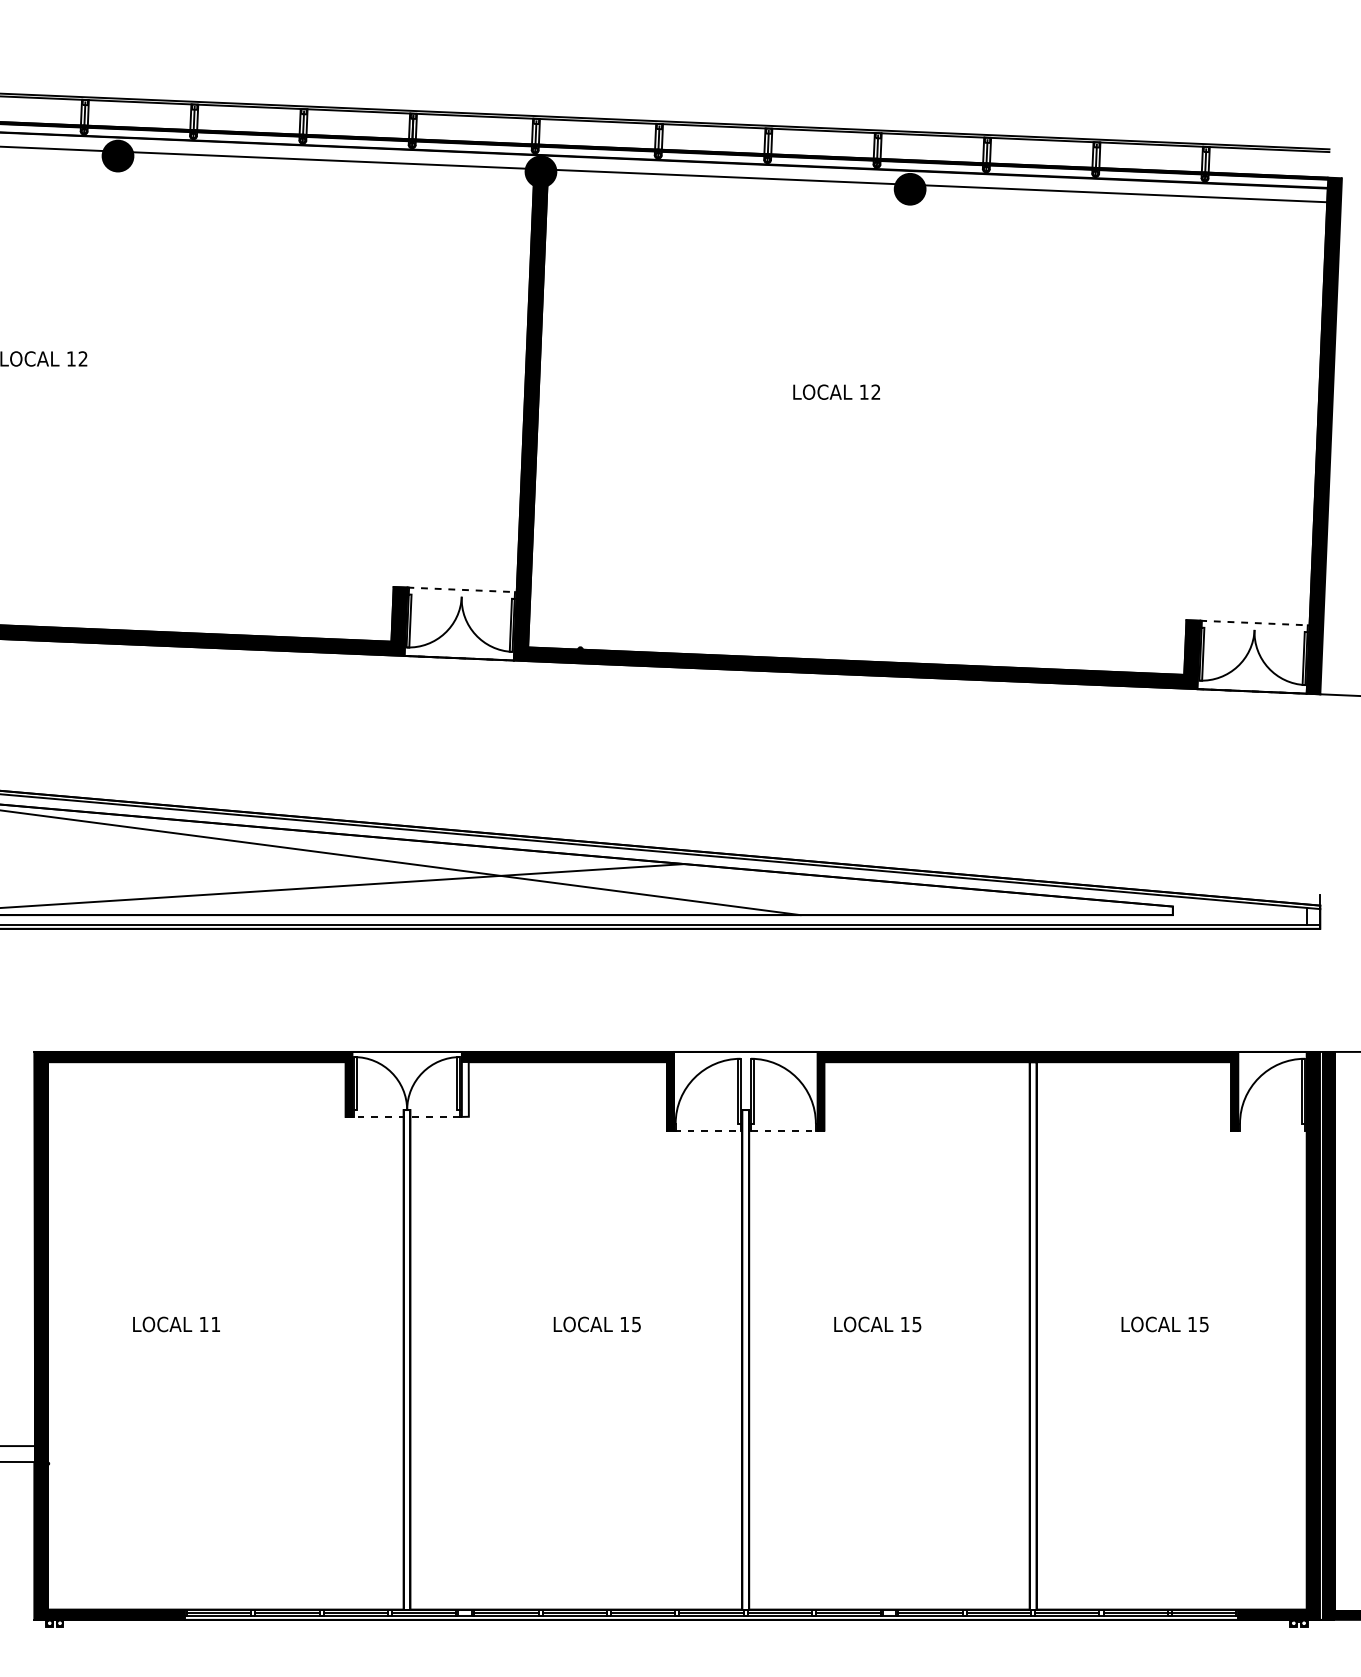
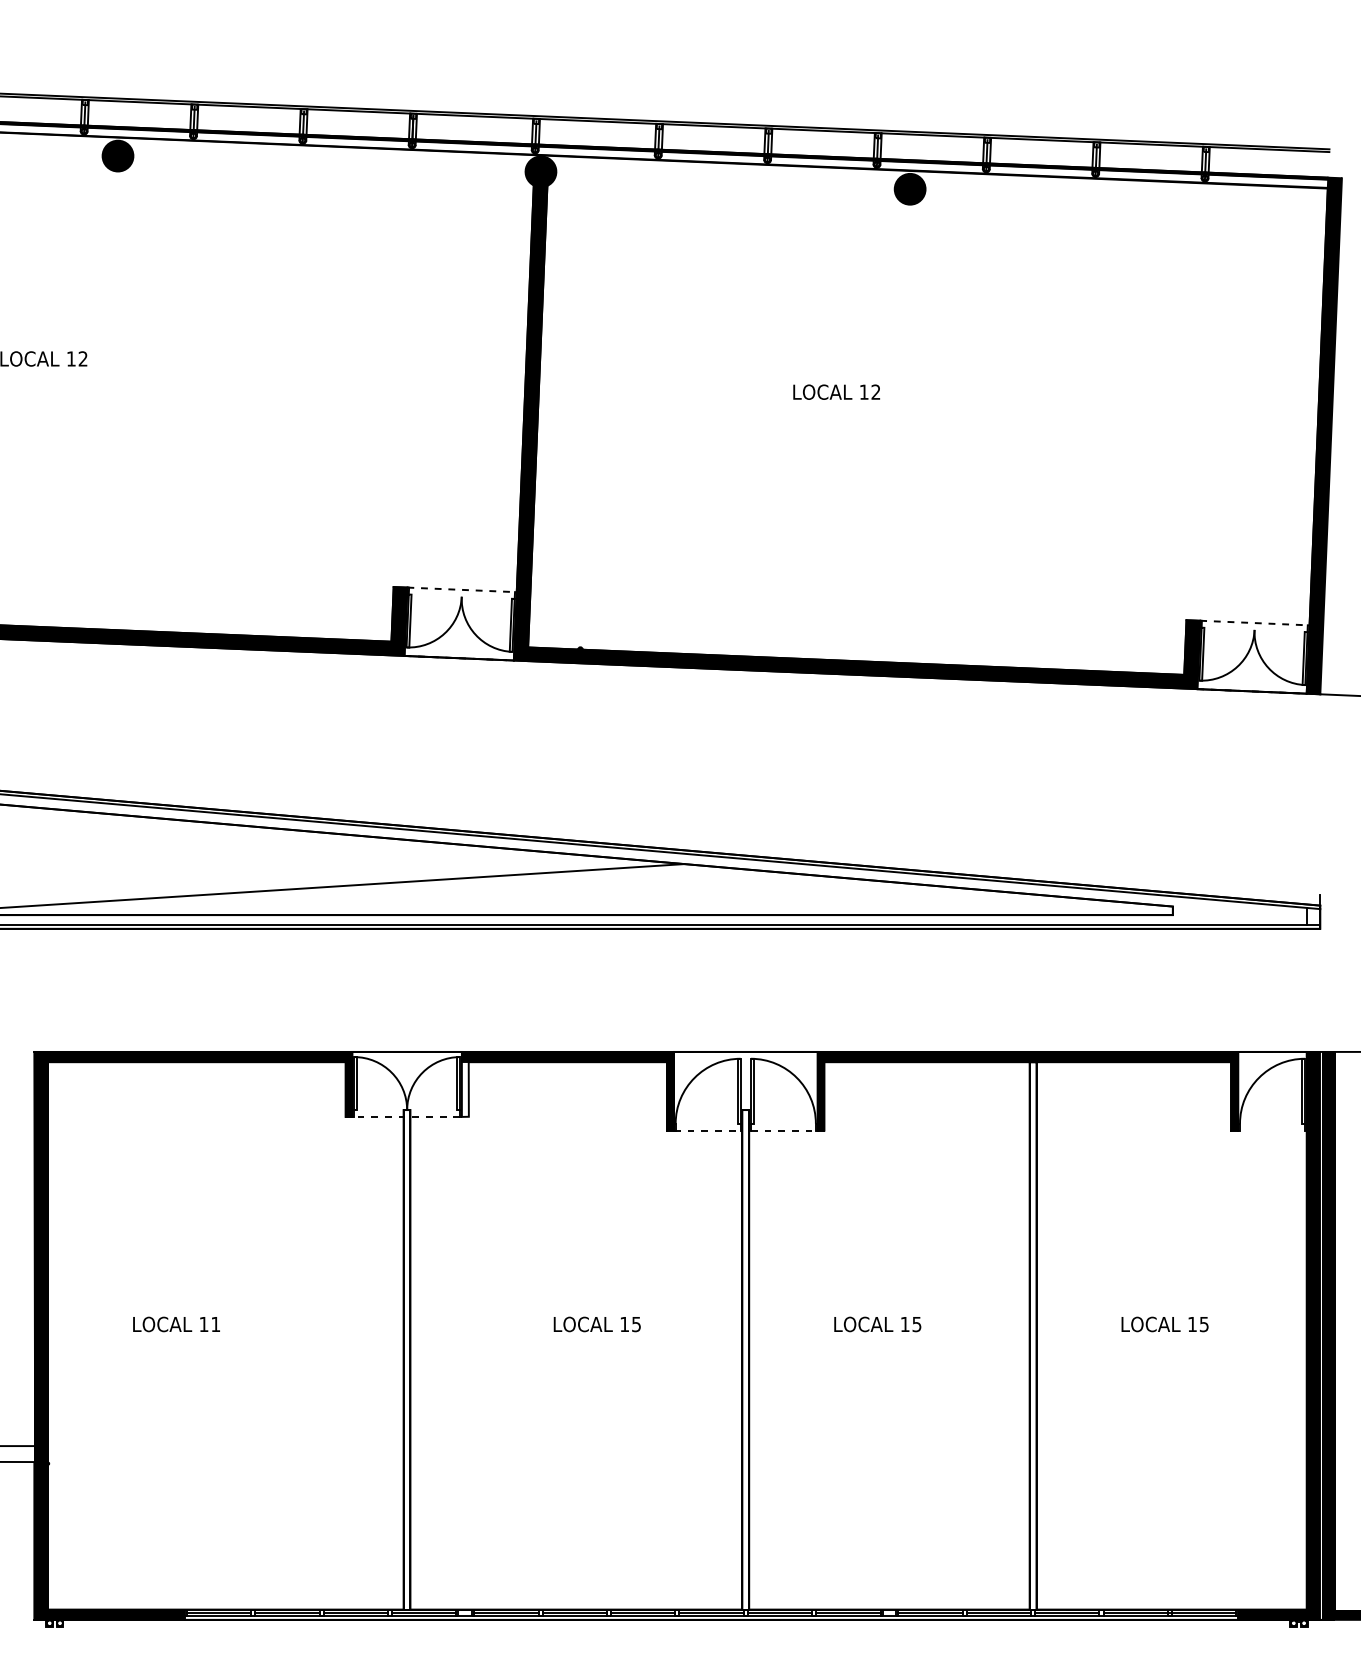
line at (52, 148): present -> none
line at (513, 168): present -> none
line at (1126, 193): present -> none
line at (401, 862): present -> none
